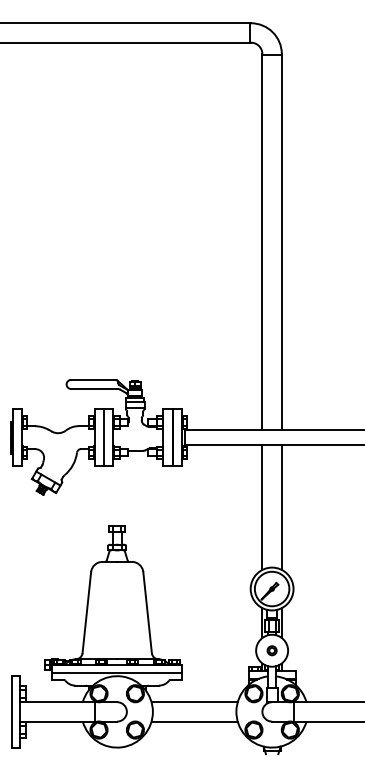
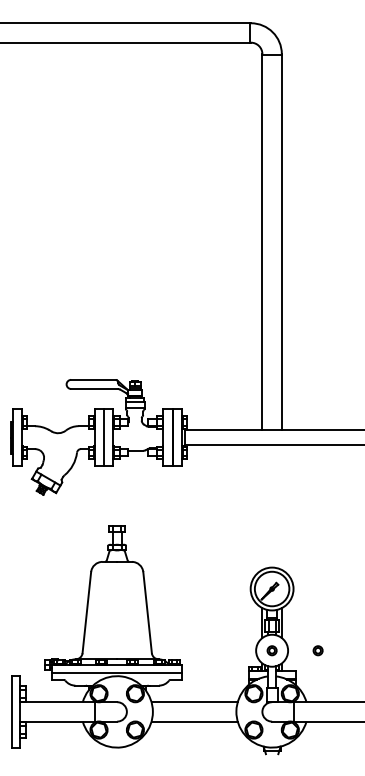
line at (262, 507): present -> none
line at (281, 507): present -> none
part at (317, 650): none -> present
